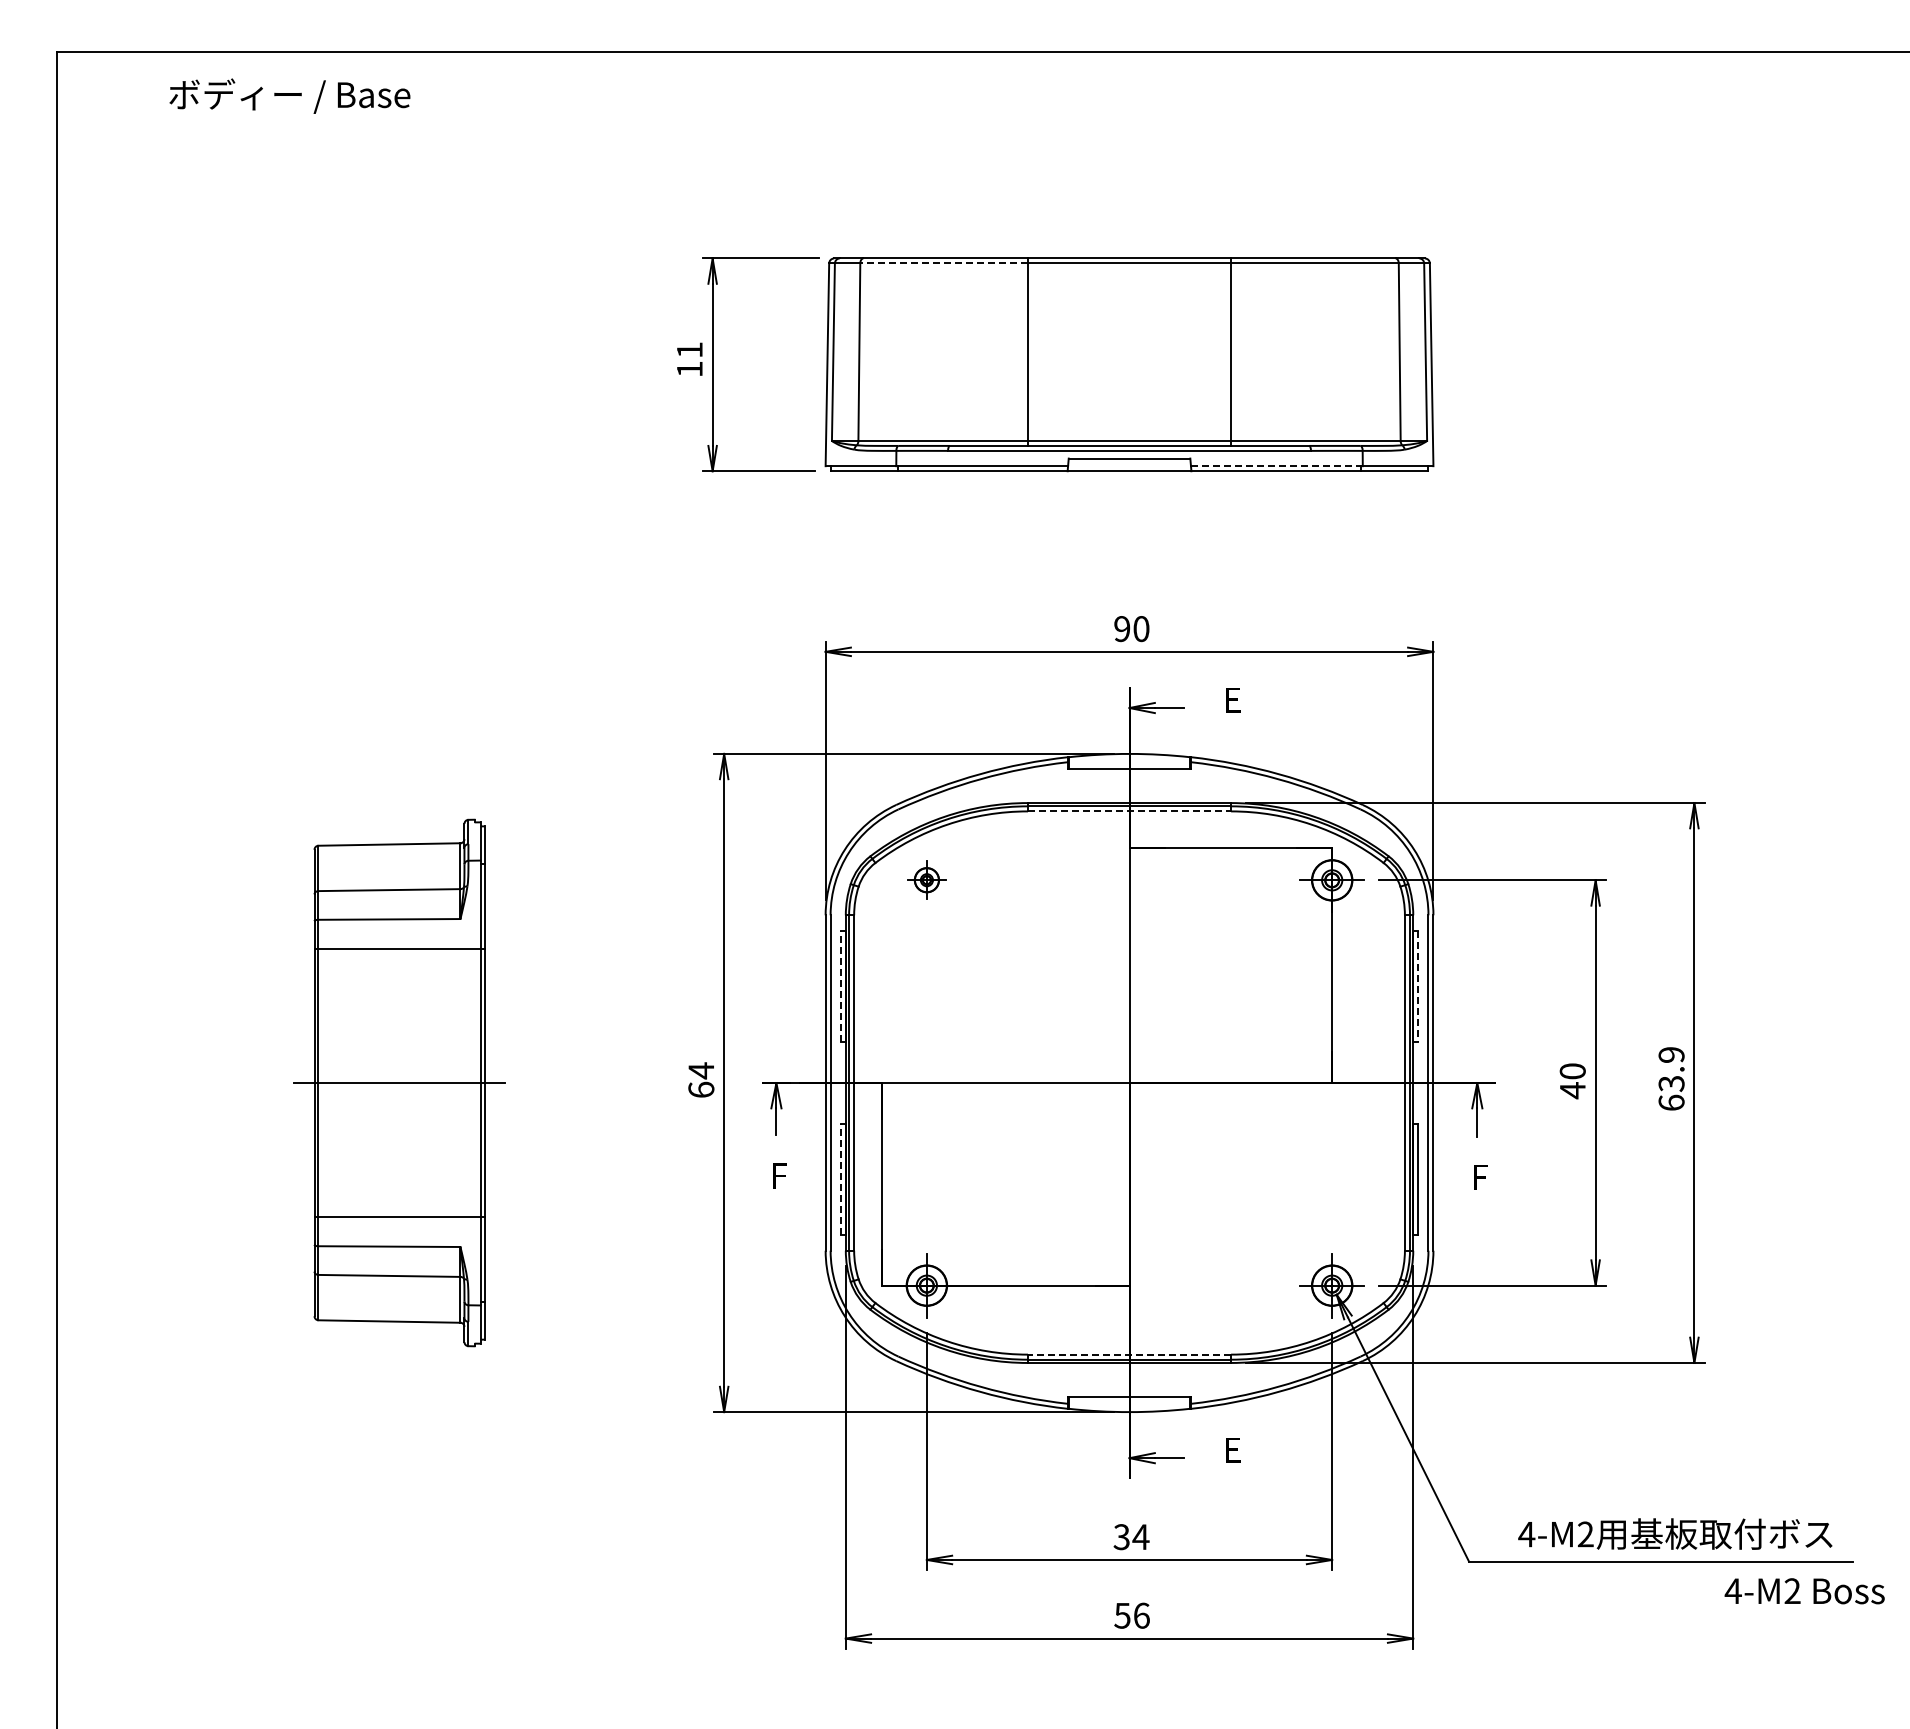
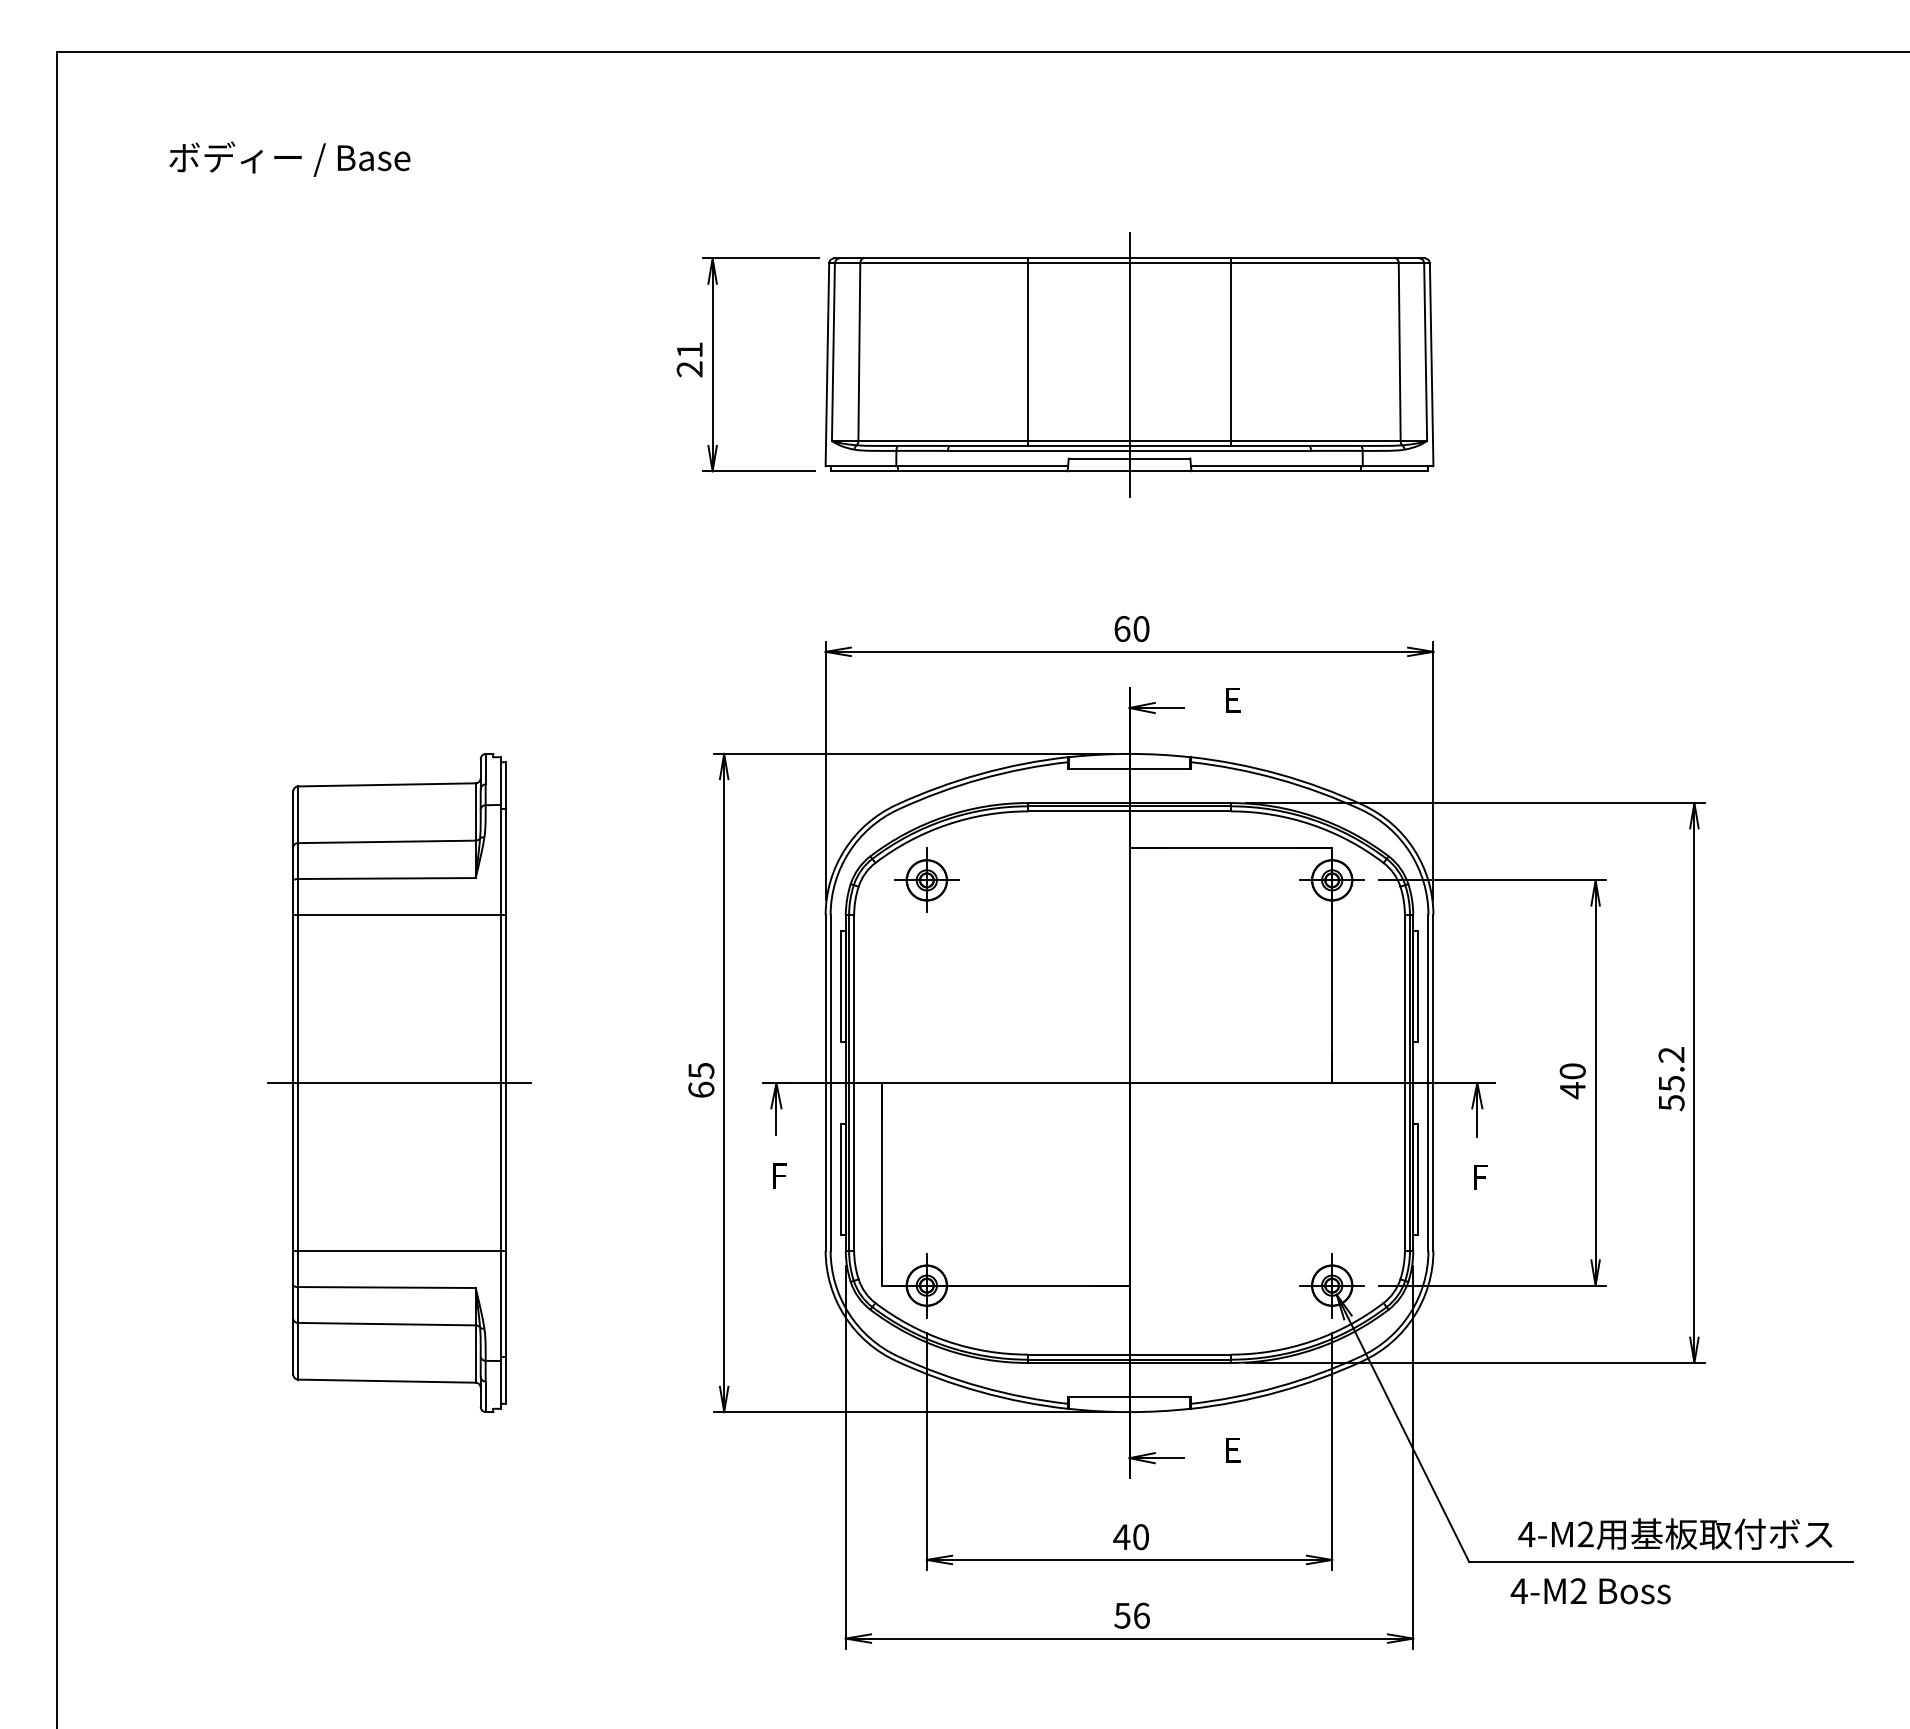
text at (289, 95) position: (289, 95) -> (289, 158)
line at (944, 263): dashed -> solid
line at (1129, 364): none -> present
text at (689, 369): 11 -> 21
line at (1276, 466): dashed -> solid
text at (1122, 629): 90 -> 60
line at (1129, 811): dashed -> solid
part at (926, 879) size: 40x40 px -> 66x66 px
line at (840, 986): dashed -> solid
line at (1418, 986): dashed -> solid
text at (701, 1070): 64 -> 65
text at (1671, 1079): 63.9 -> 55.2
part at (399, 1082) size: 213x530 px -> 265x660 px
line at (840, 1179): dashed -> solid
line at (1129, 1354): dashed -> solid
text at (1131, 1537): 34 -> 40
text at (1804, 1591) position: (1804, 1591) -> (1590, 1591)
